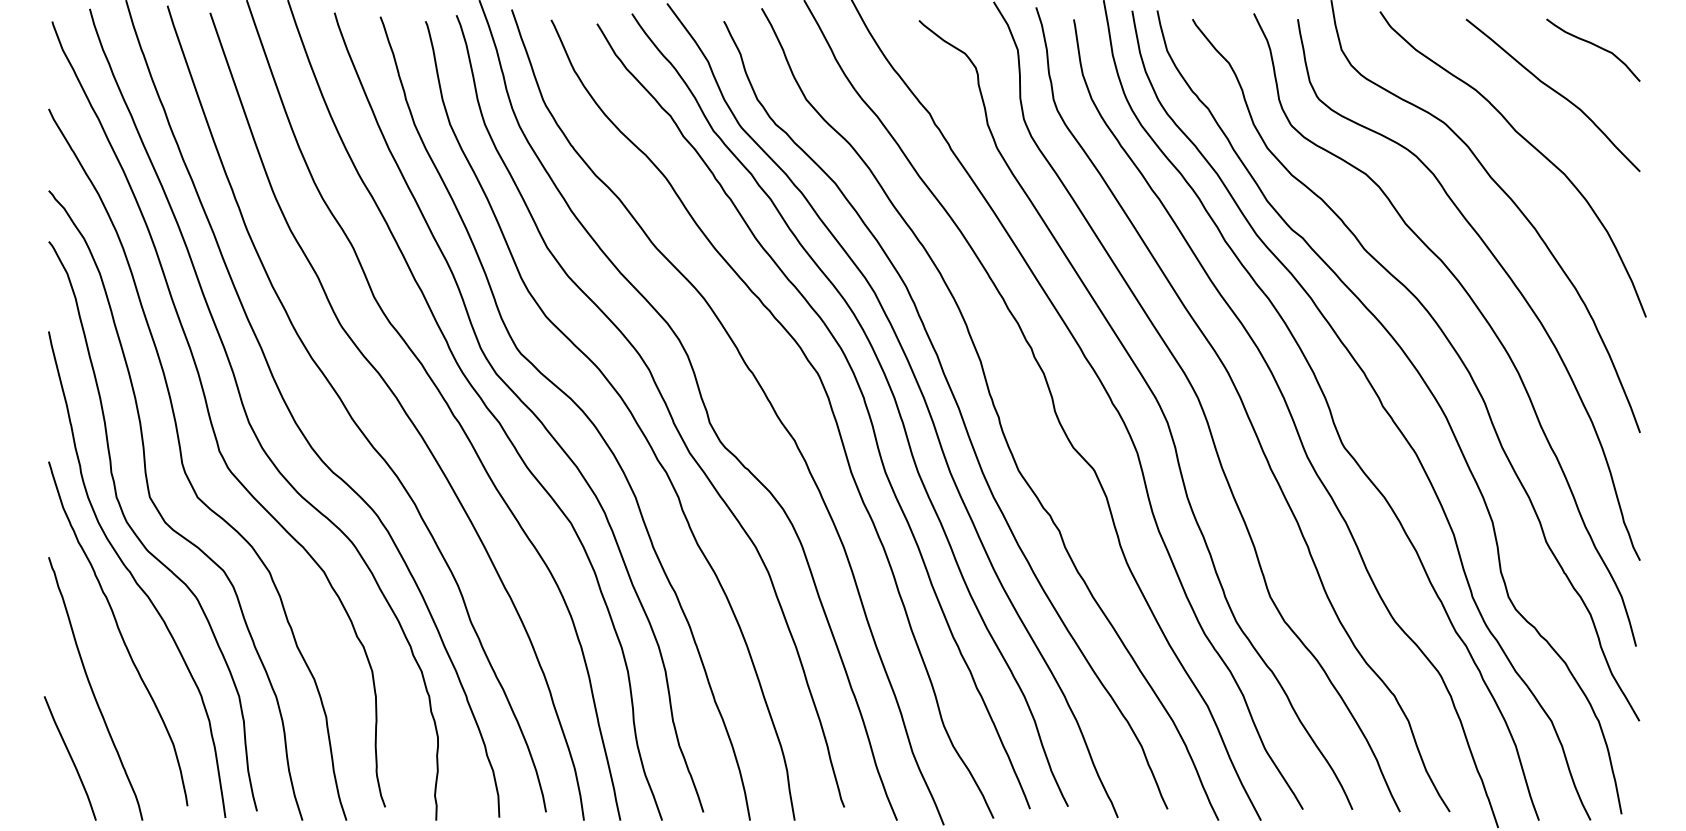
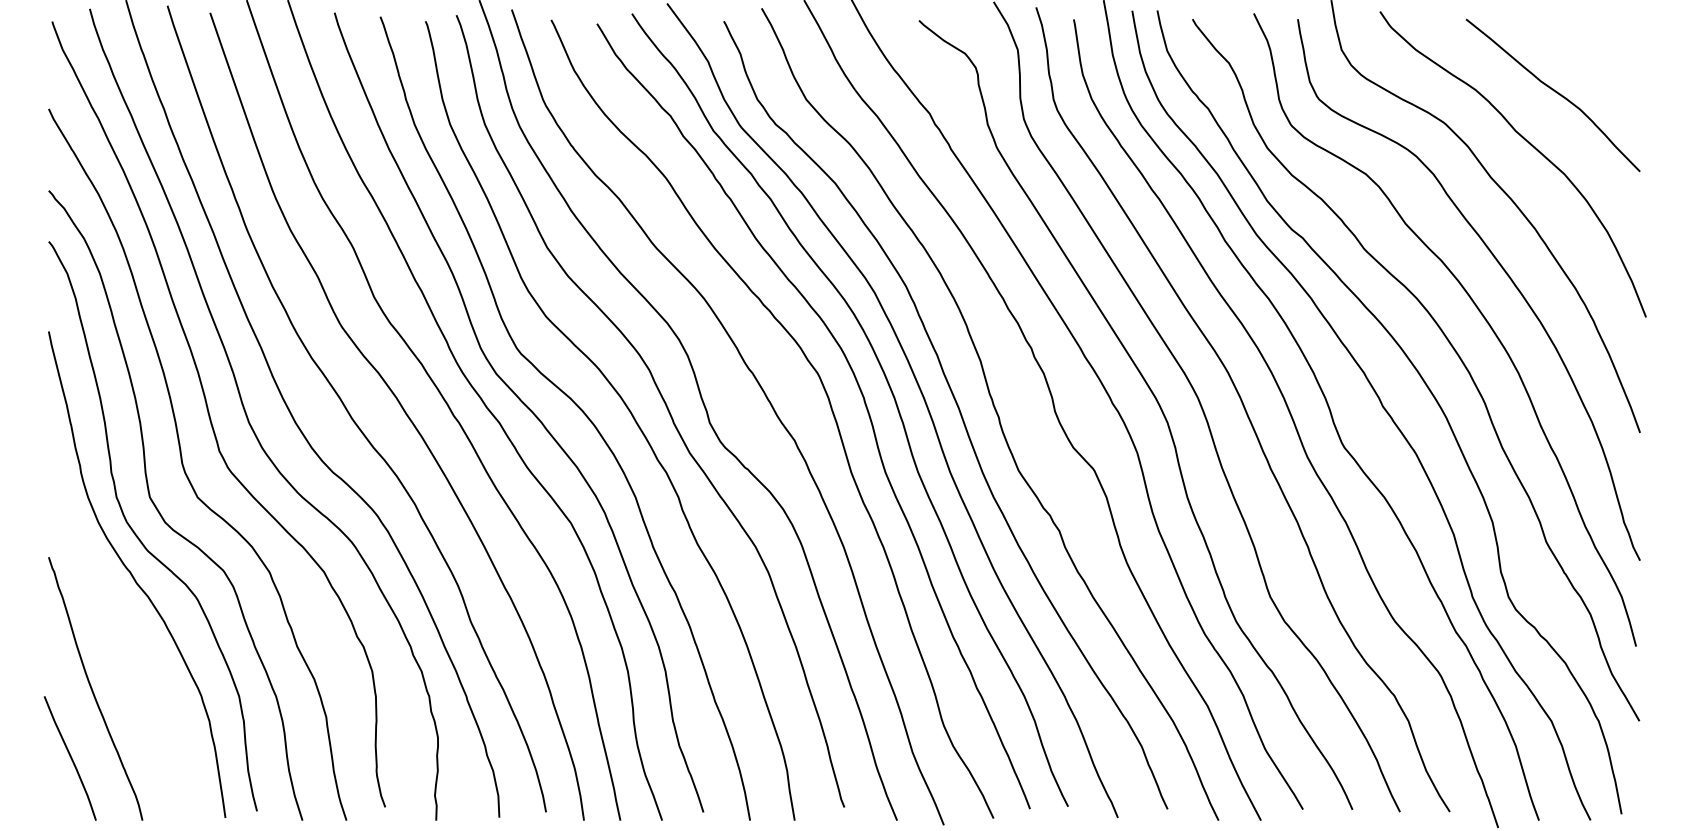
curve at (1595, 46): present -> none
curve at (119, 633): present -> none
